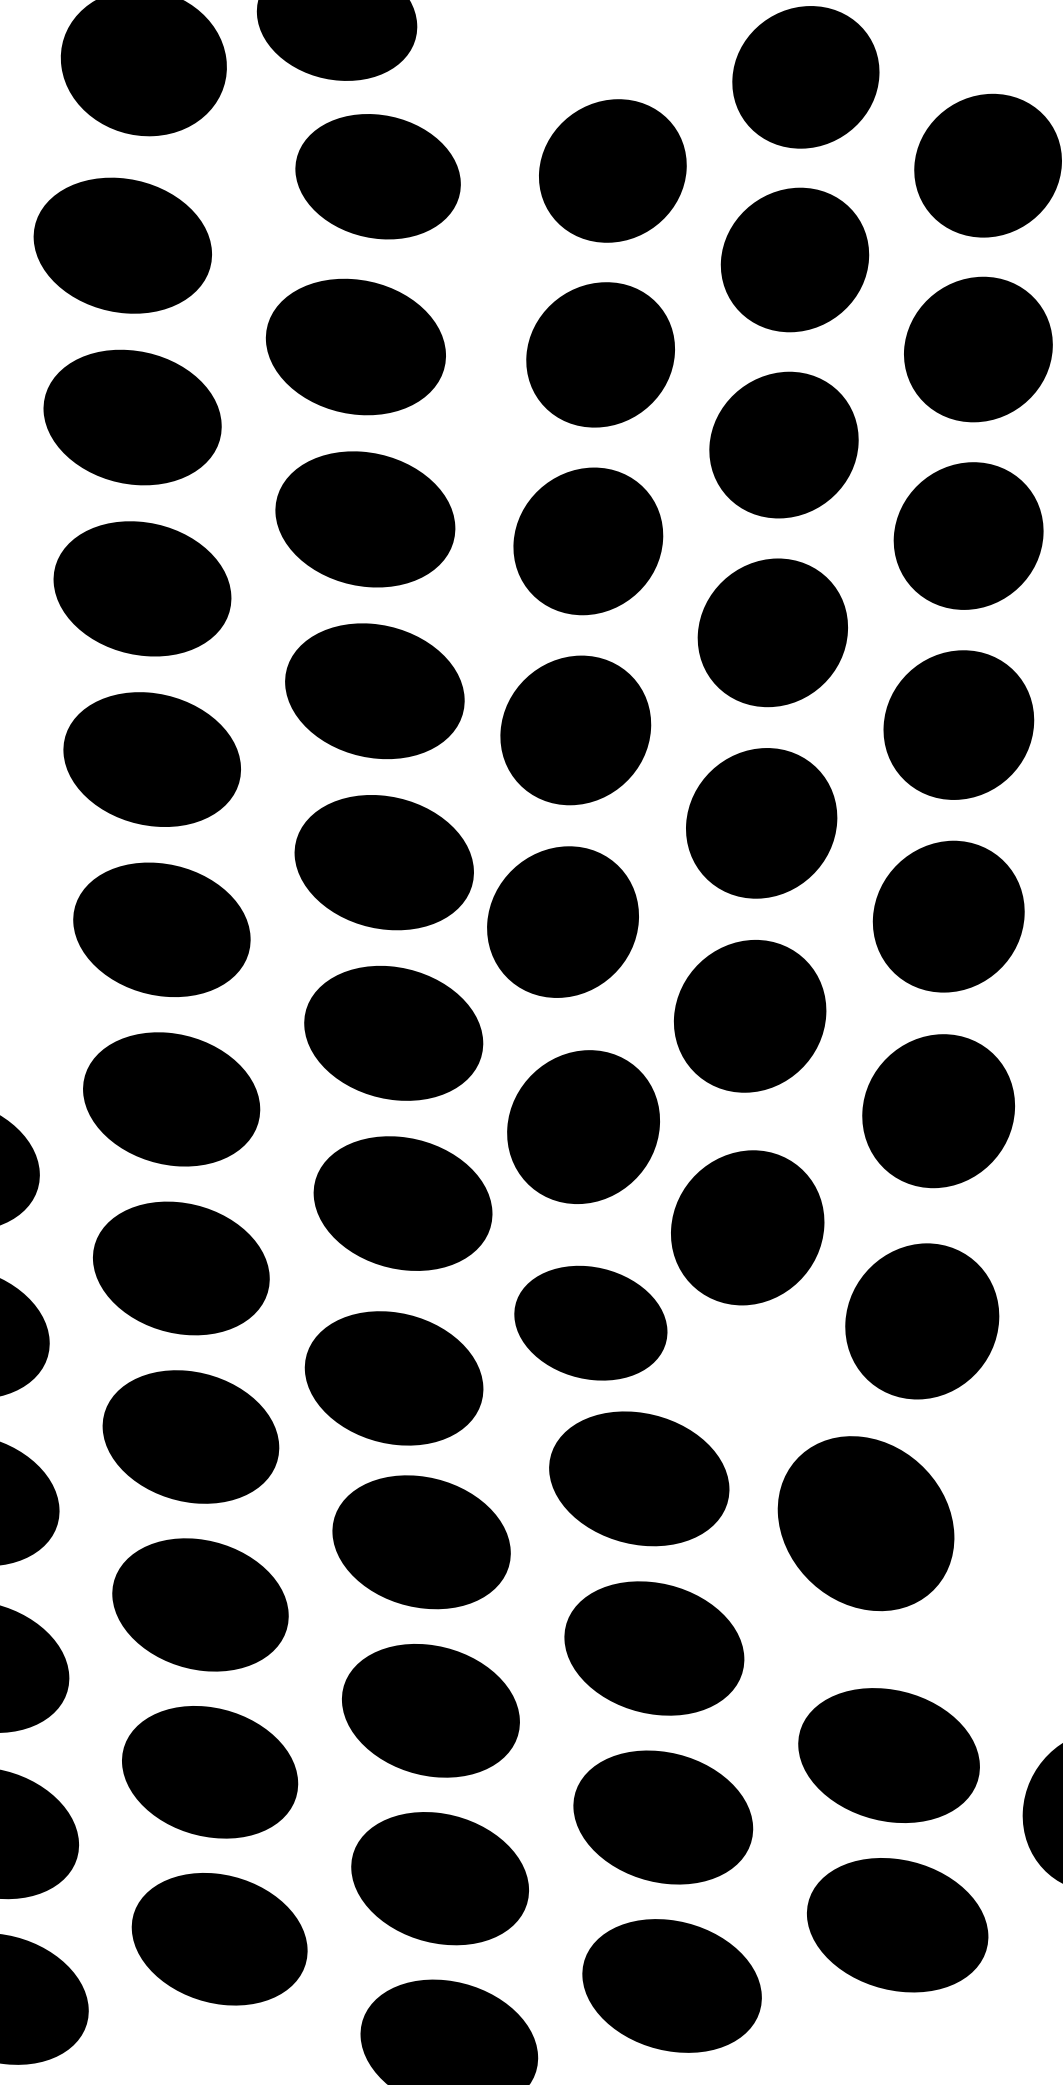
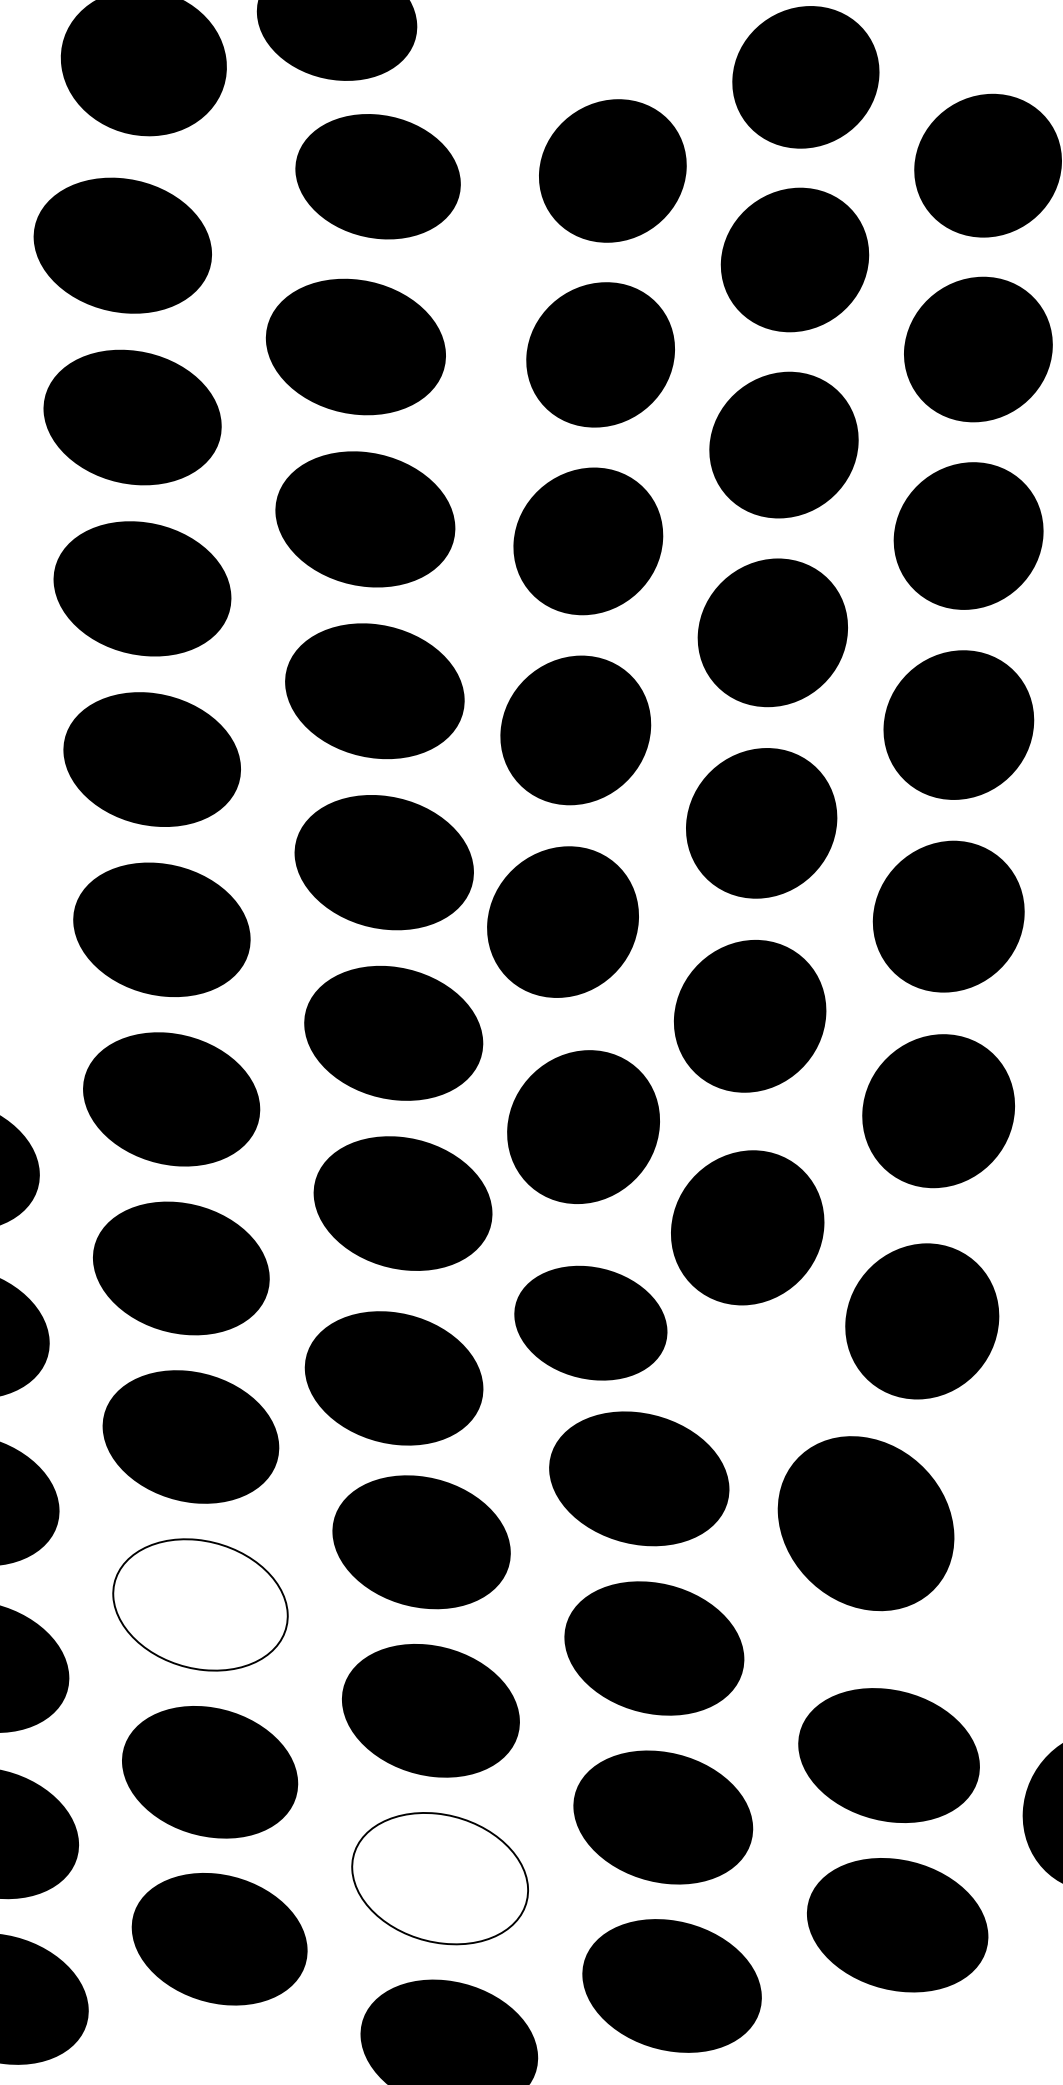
fill at (200, 1604): present -> none
fill at (440, 1878): present -> none
